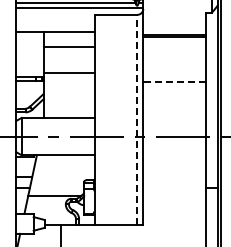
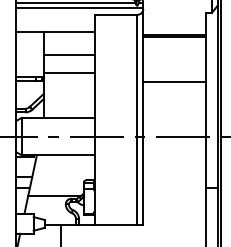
line at (68, 47) position: (68, 47) -> (68, 55)
line at (173, 82): dashed -> solid
line at (137, 119): dashed -> solid
